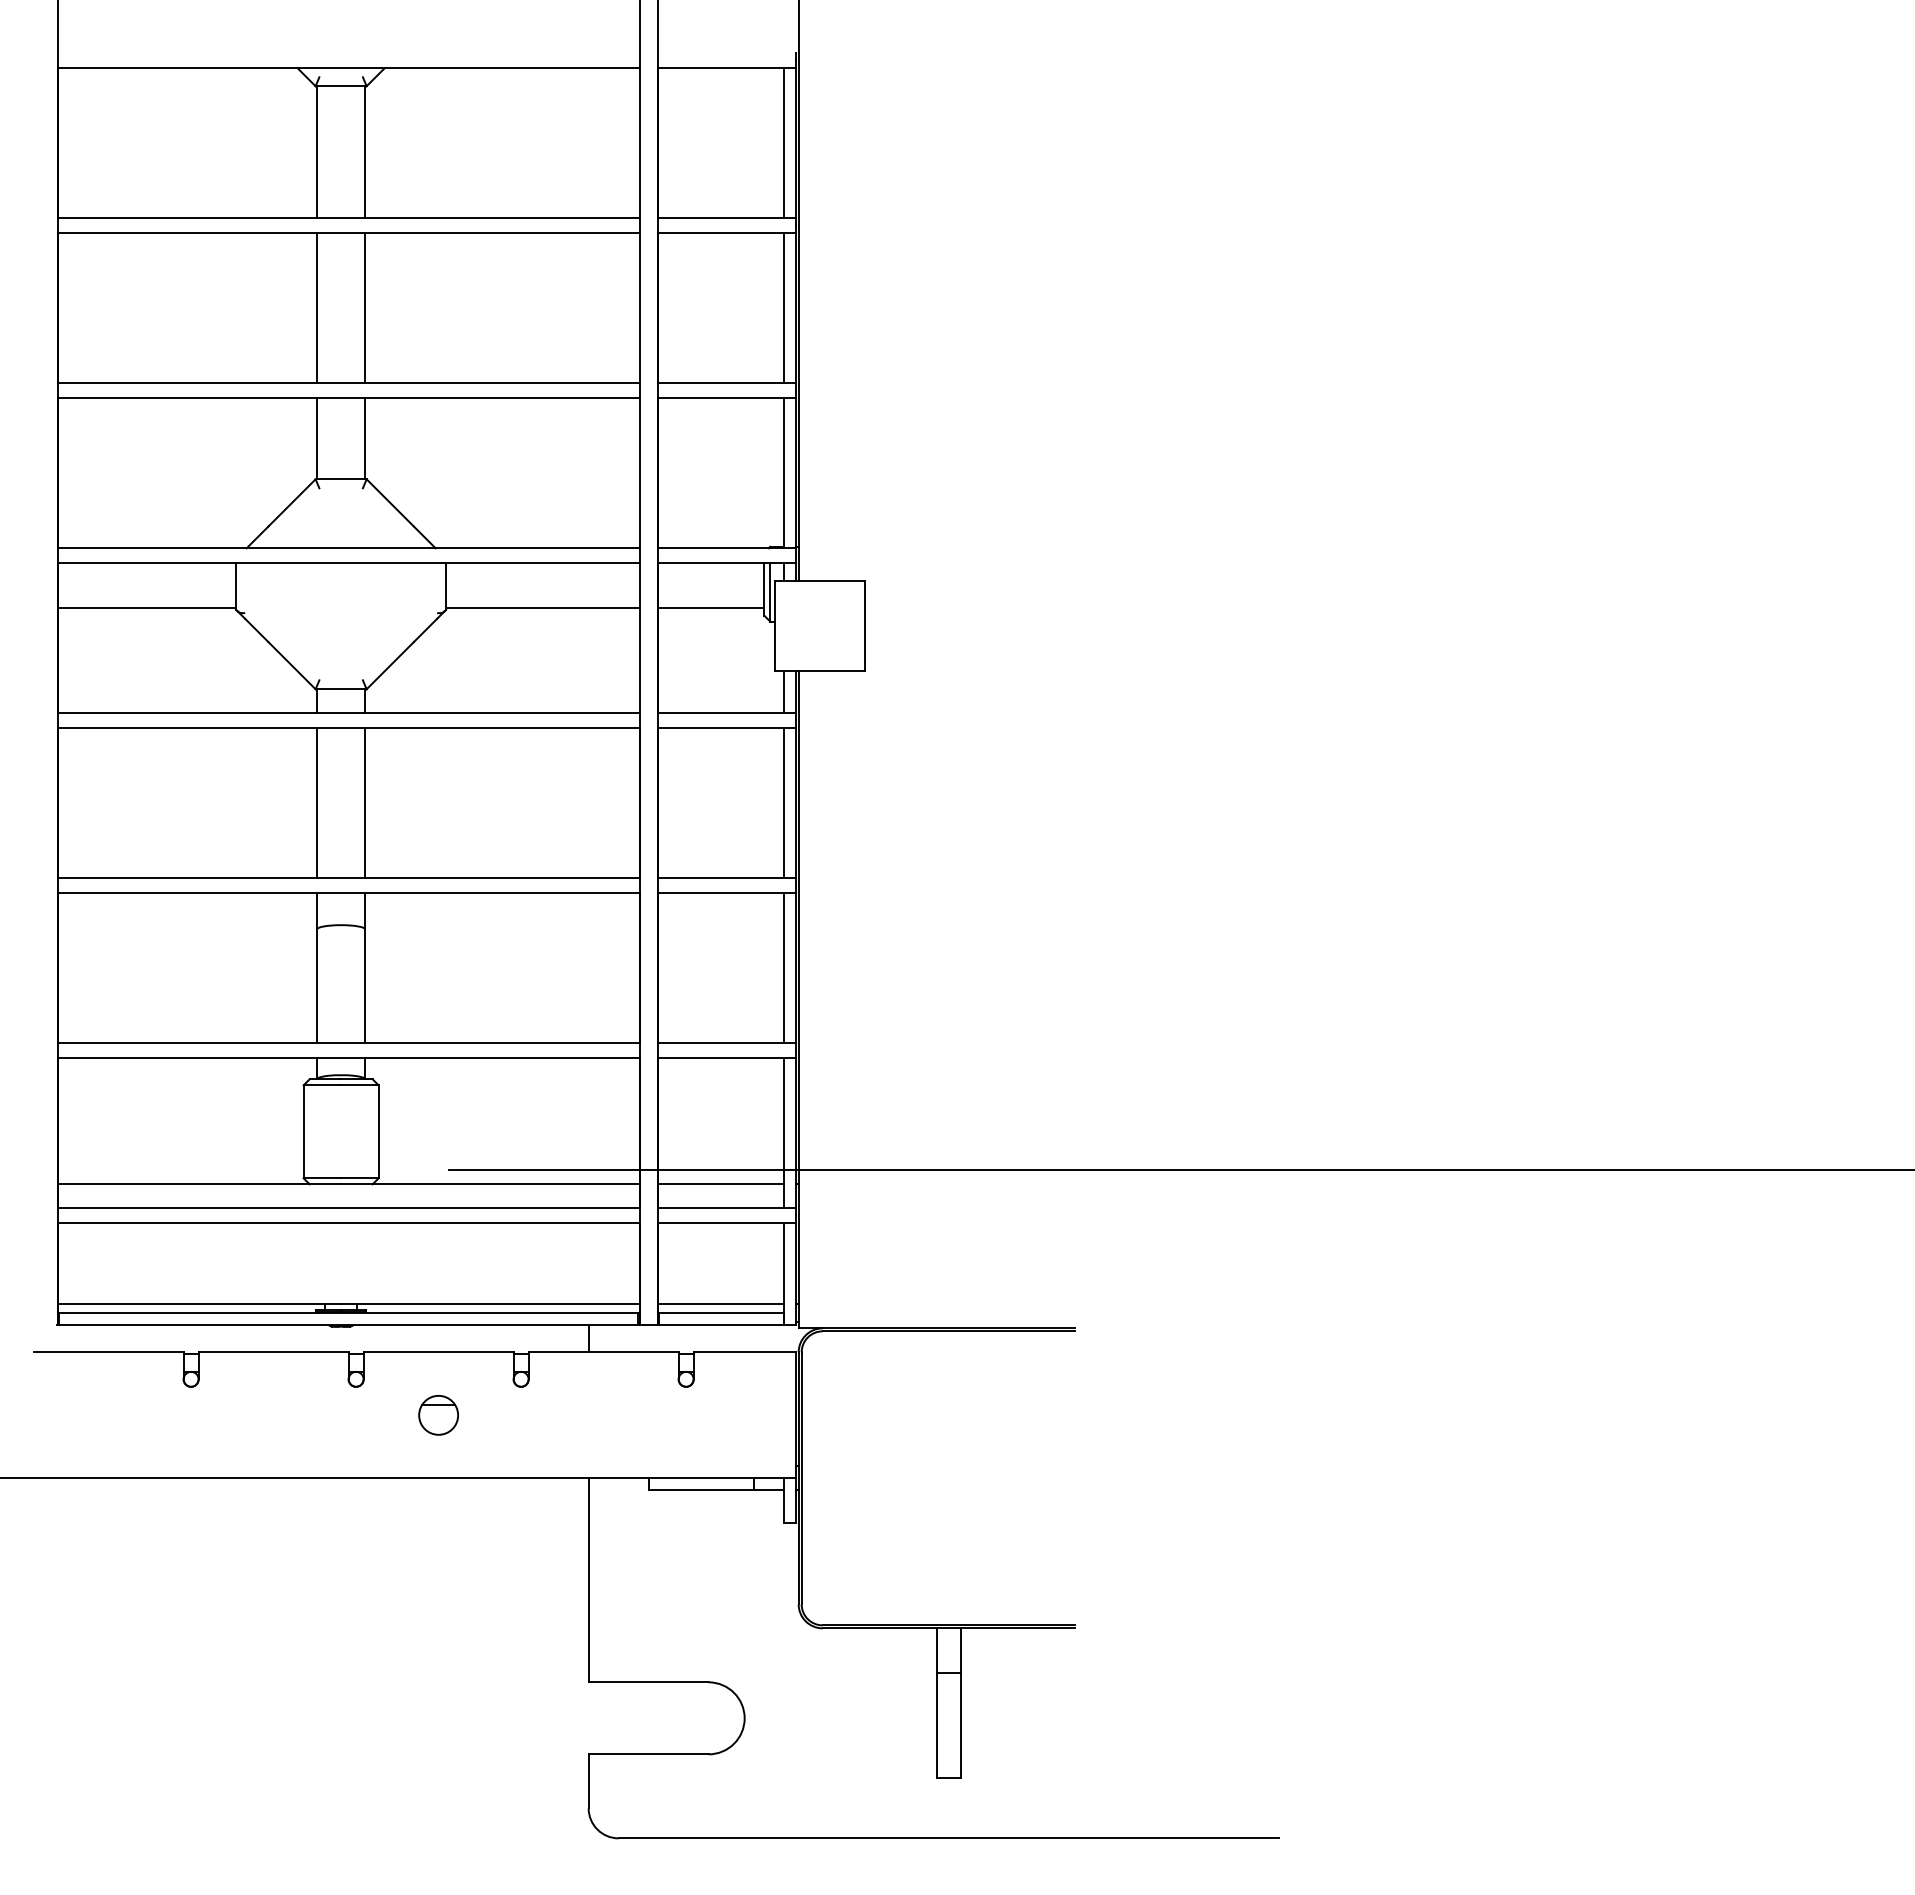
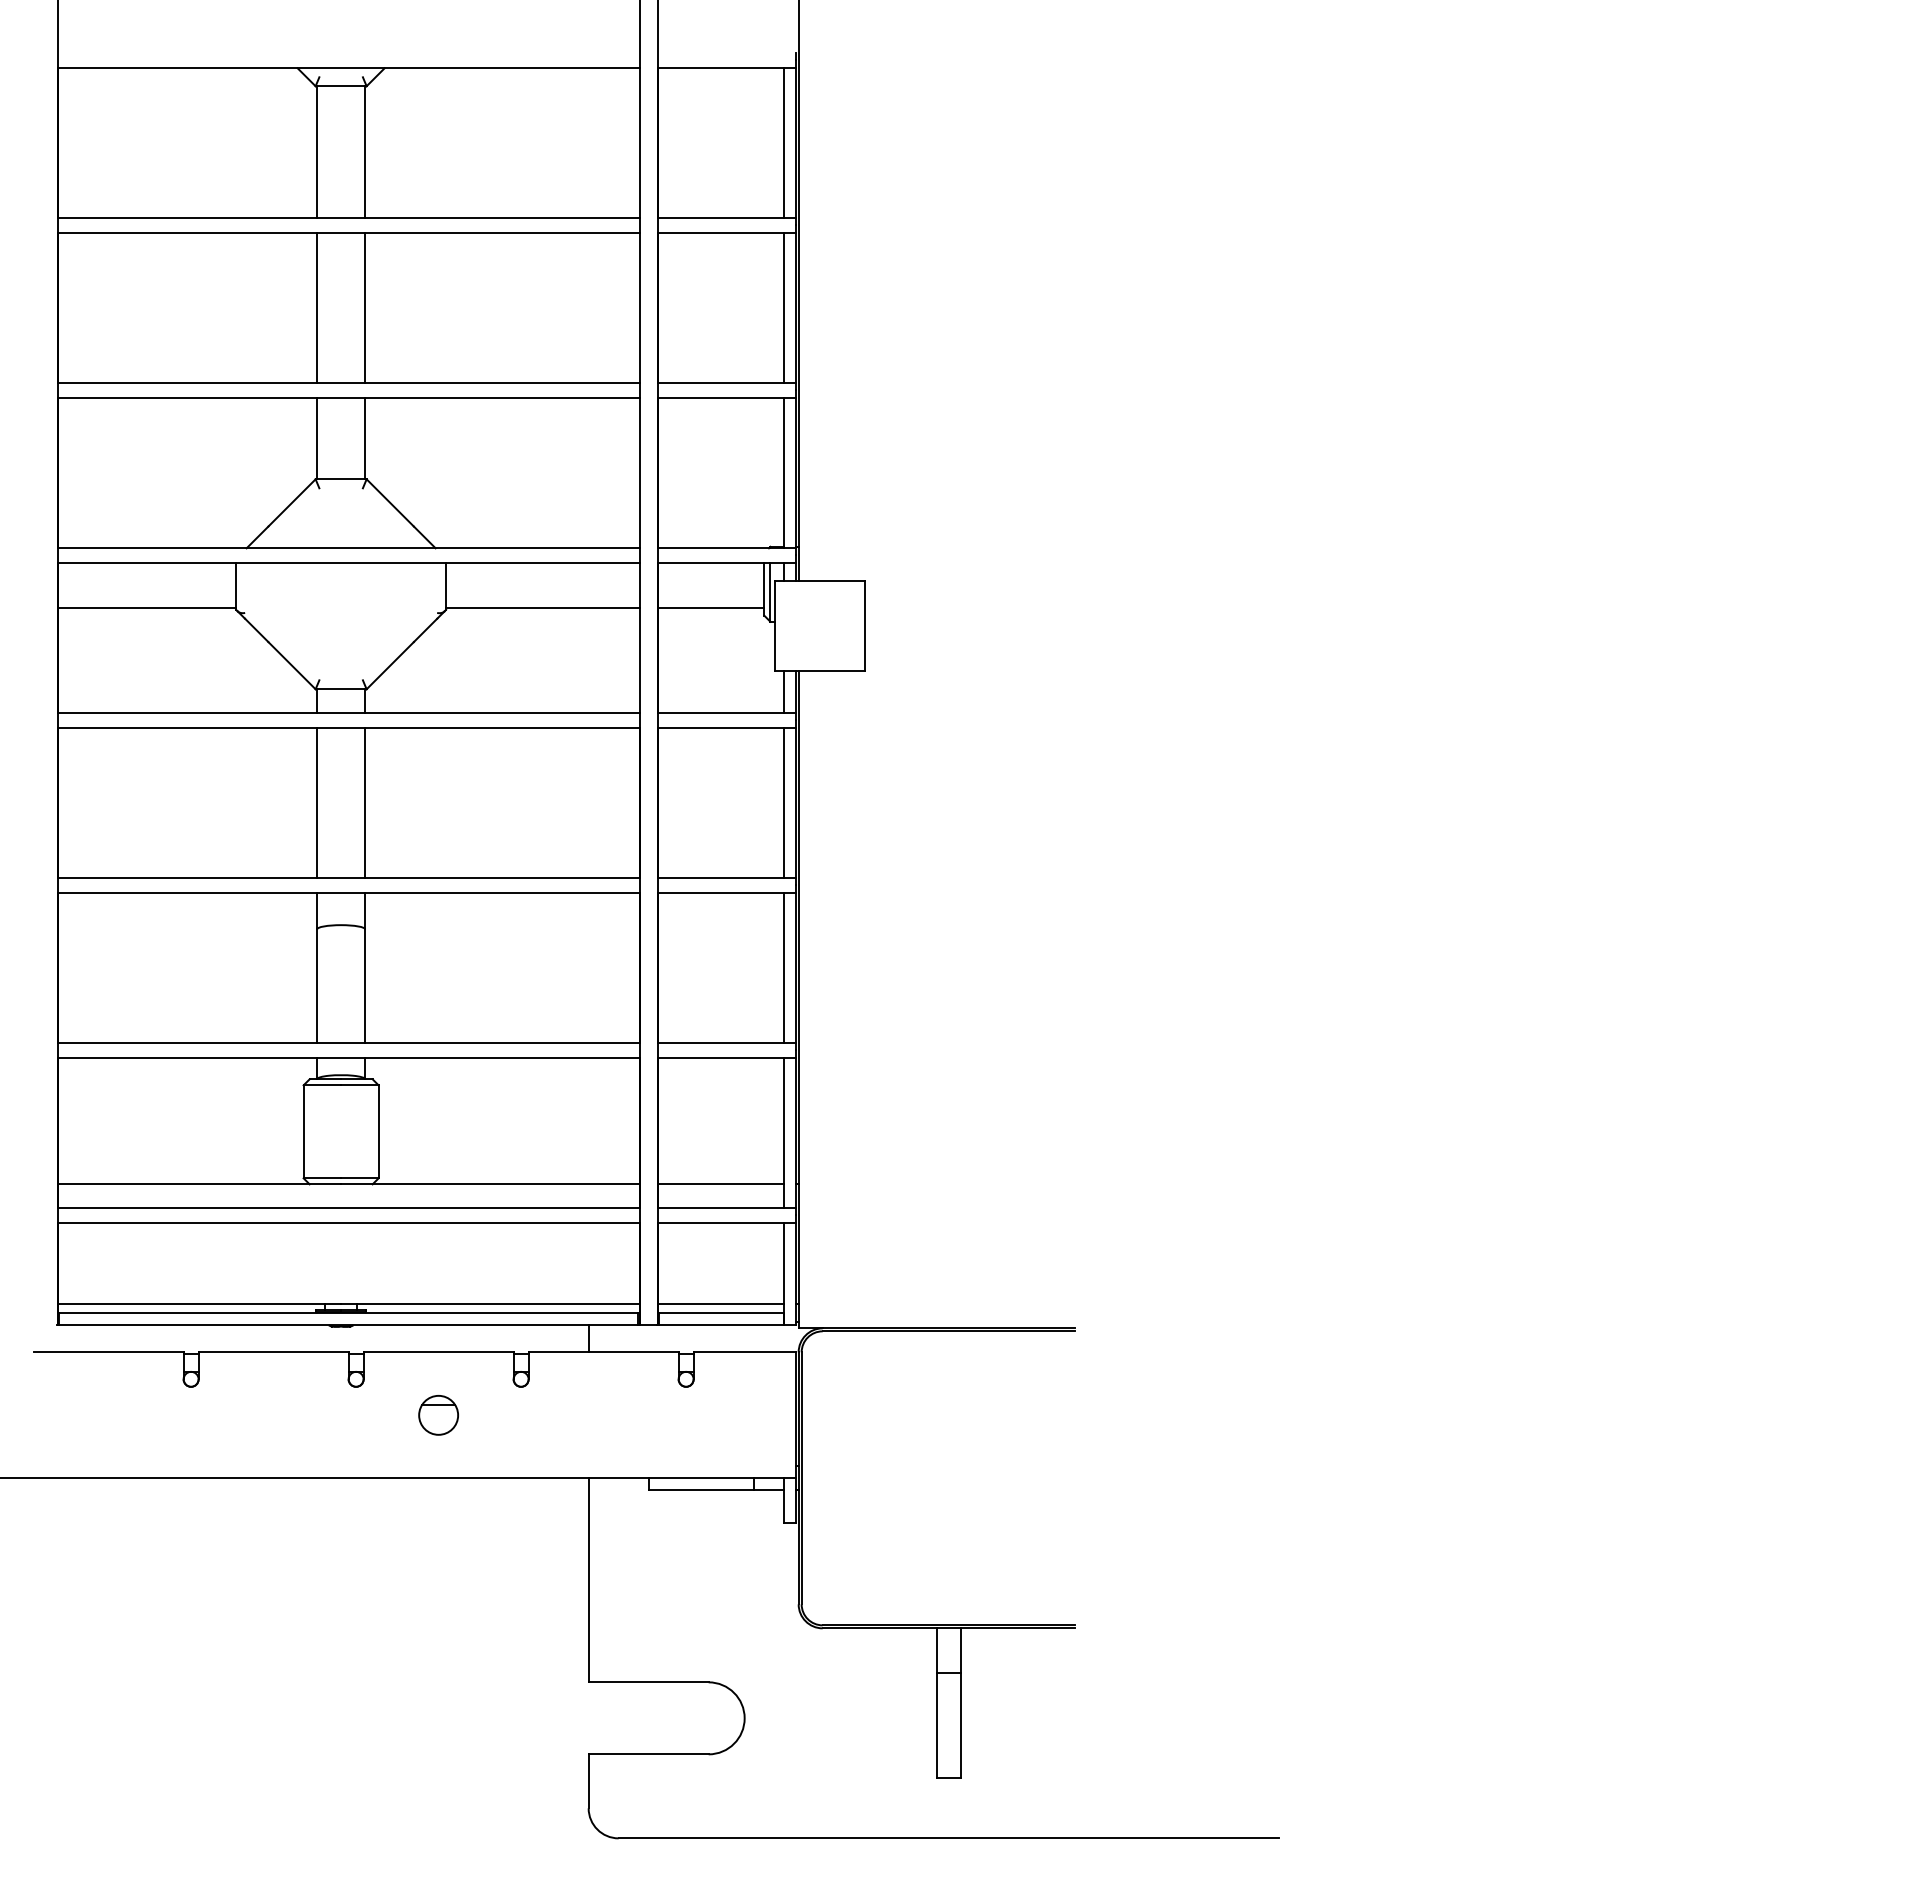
line at (1179, 1169): present -> none
